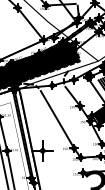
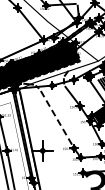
line at (57, 119): solid -> dashed
